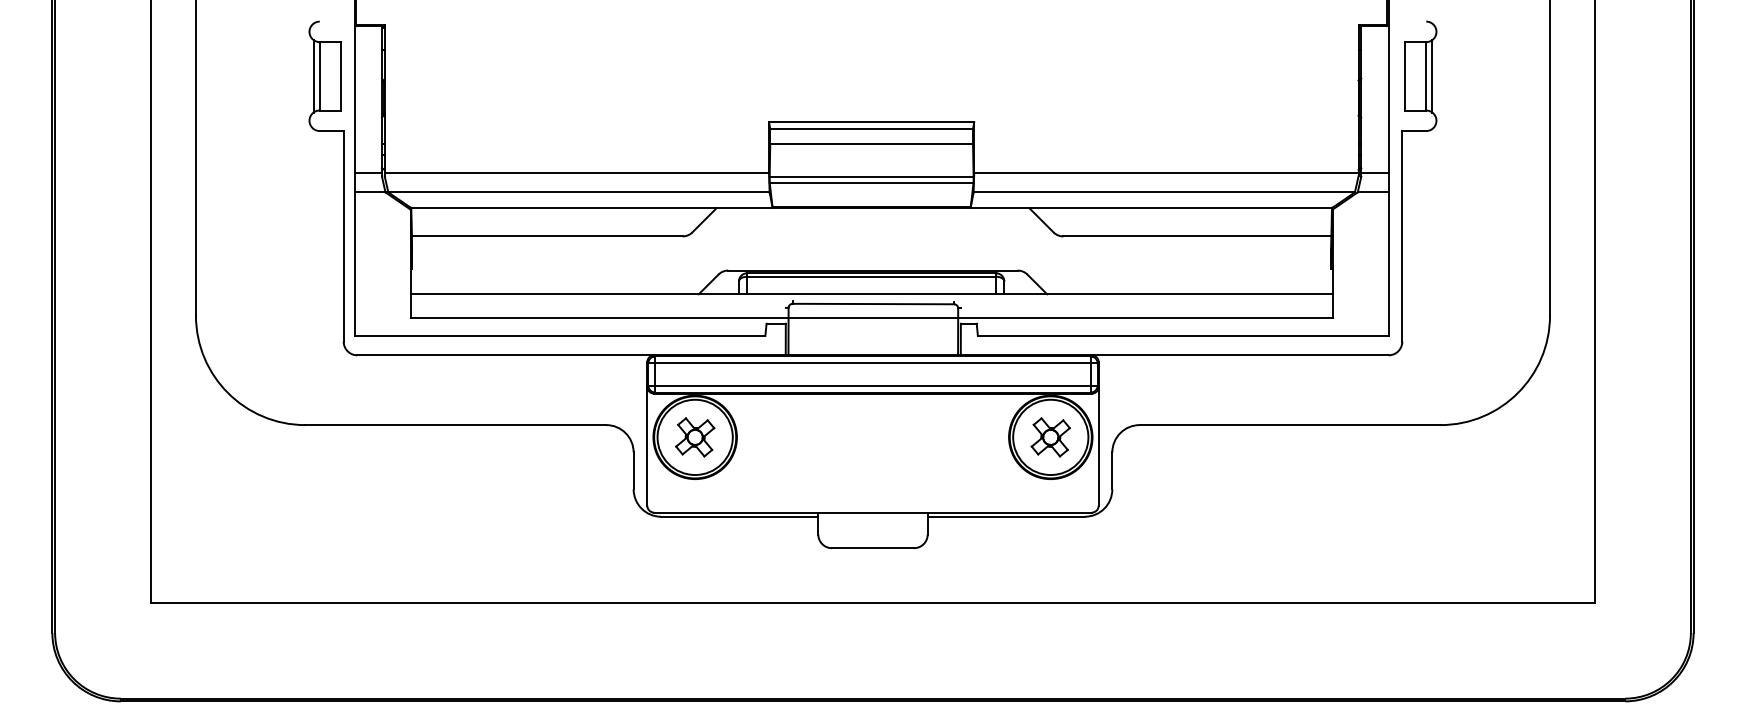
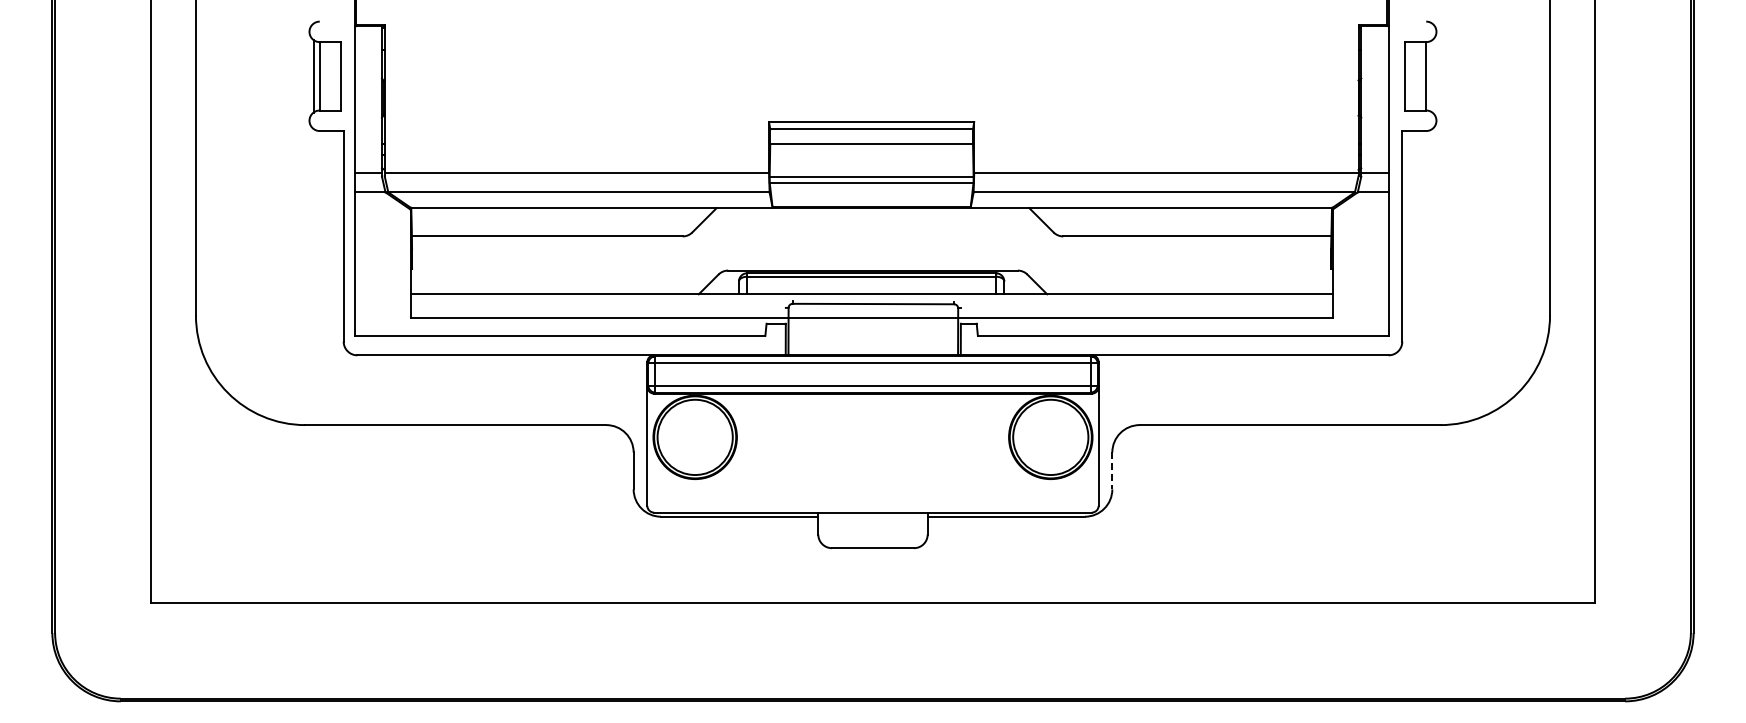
line at (1432, 76): present -> none
part at (695, 437): present -> none
part at (1050, 437): present -> none
line at (1112, 471): solid -> dashed
